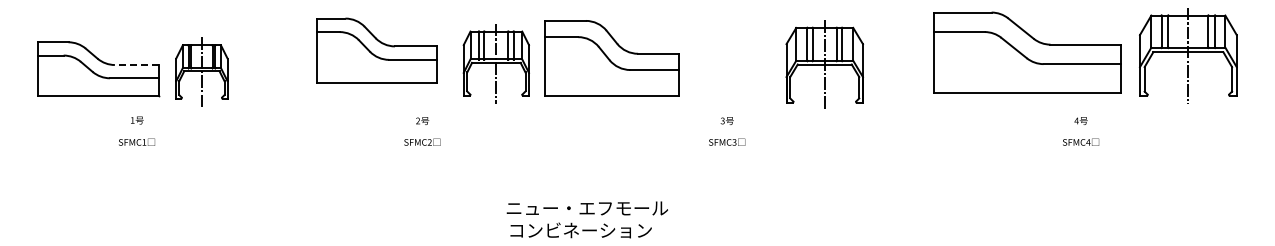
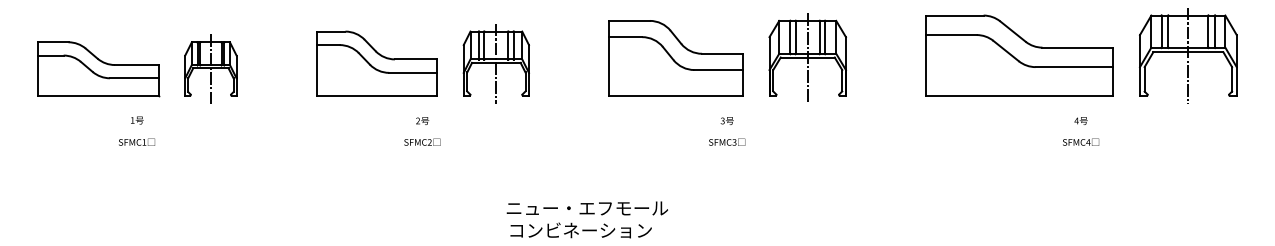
part at (376, 50) position: (376, 50) -> (376, 63)
part at (1027, 52) position: (1027, 52) -> (1019, 55)
part at (611, 58) position: (611, 58) -> (675, 58)
part at (824, 64) position: (824, 64) -> (807, 57)
line at (136, 65): dashed -> solid
part at (201, 71) position: (201, 71) -> (210, 68)
